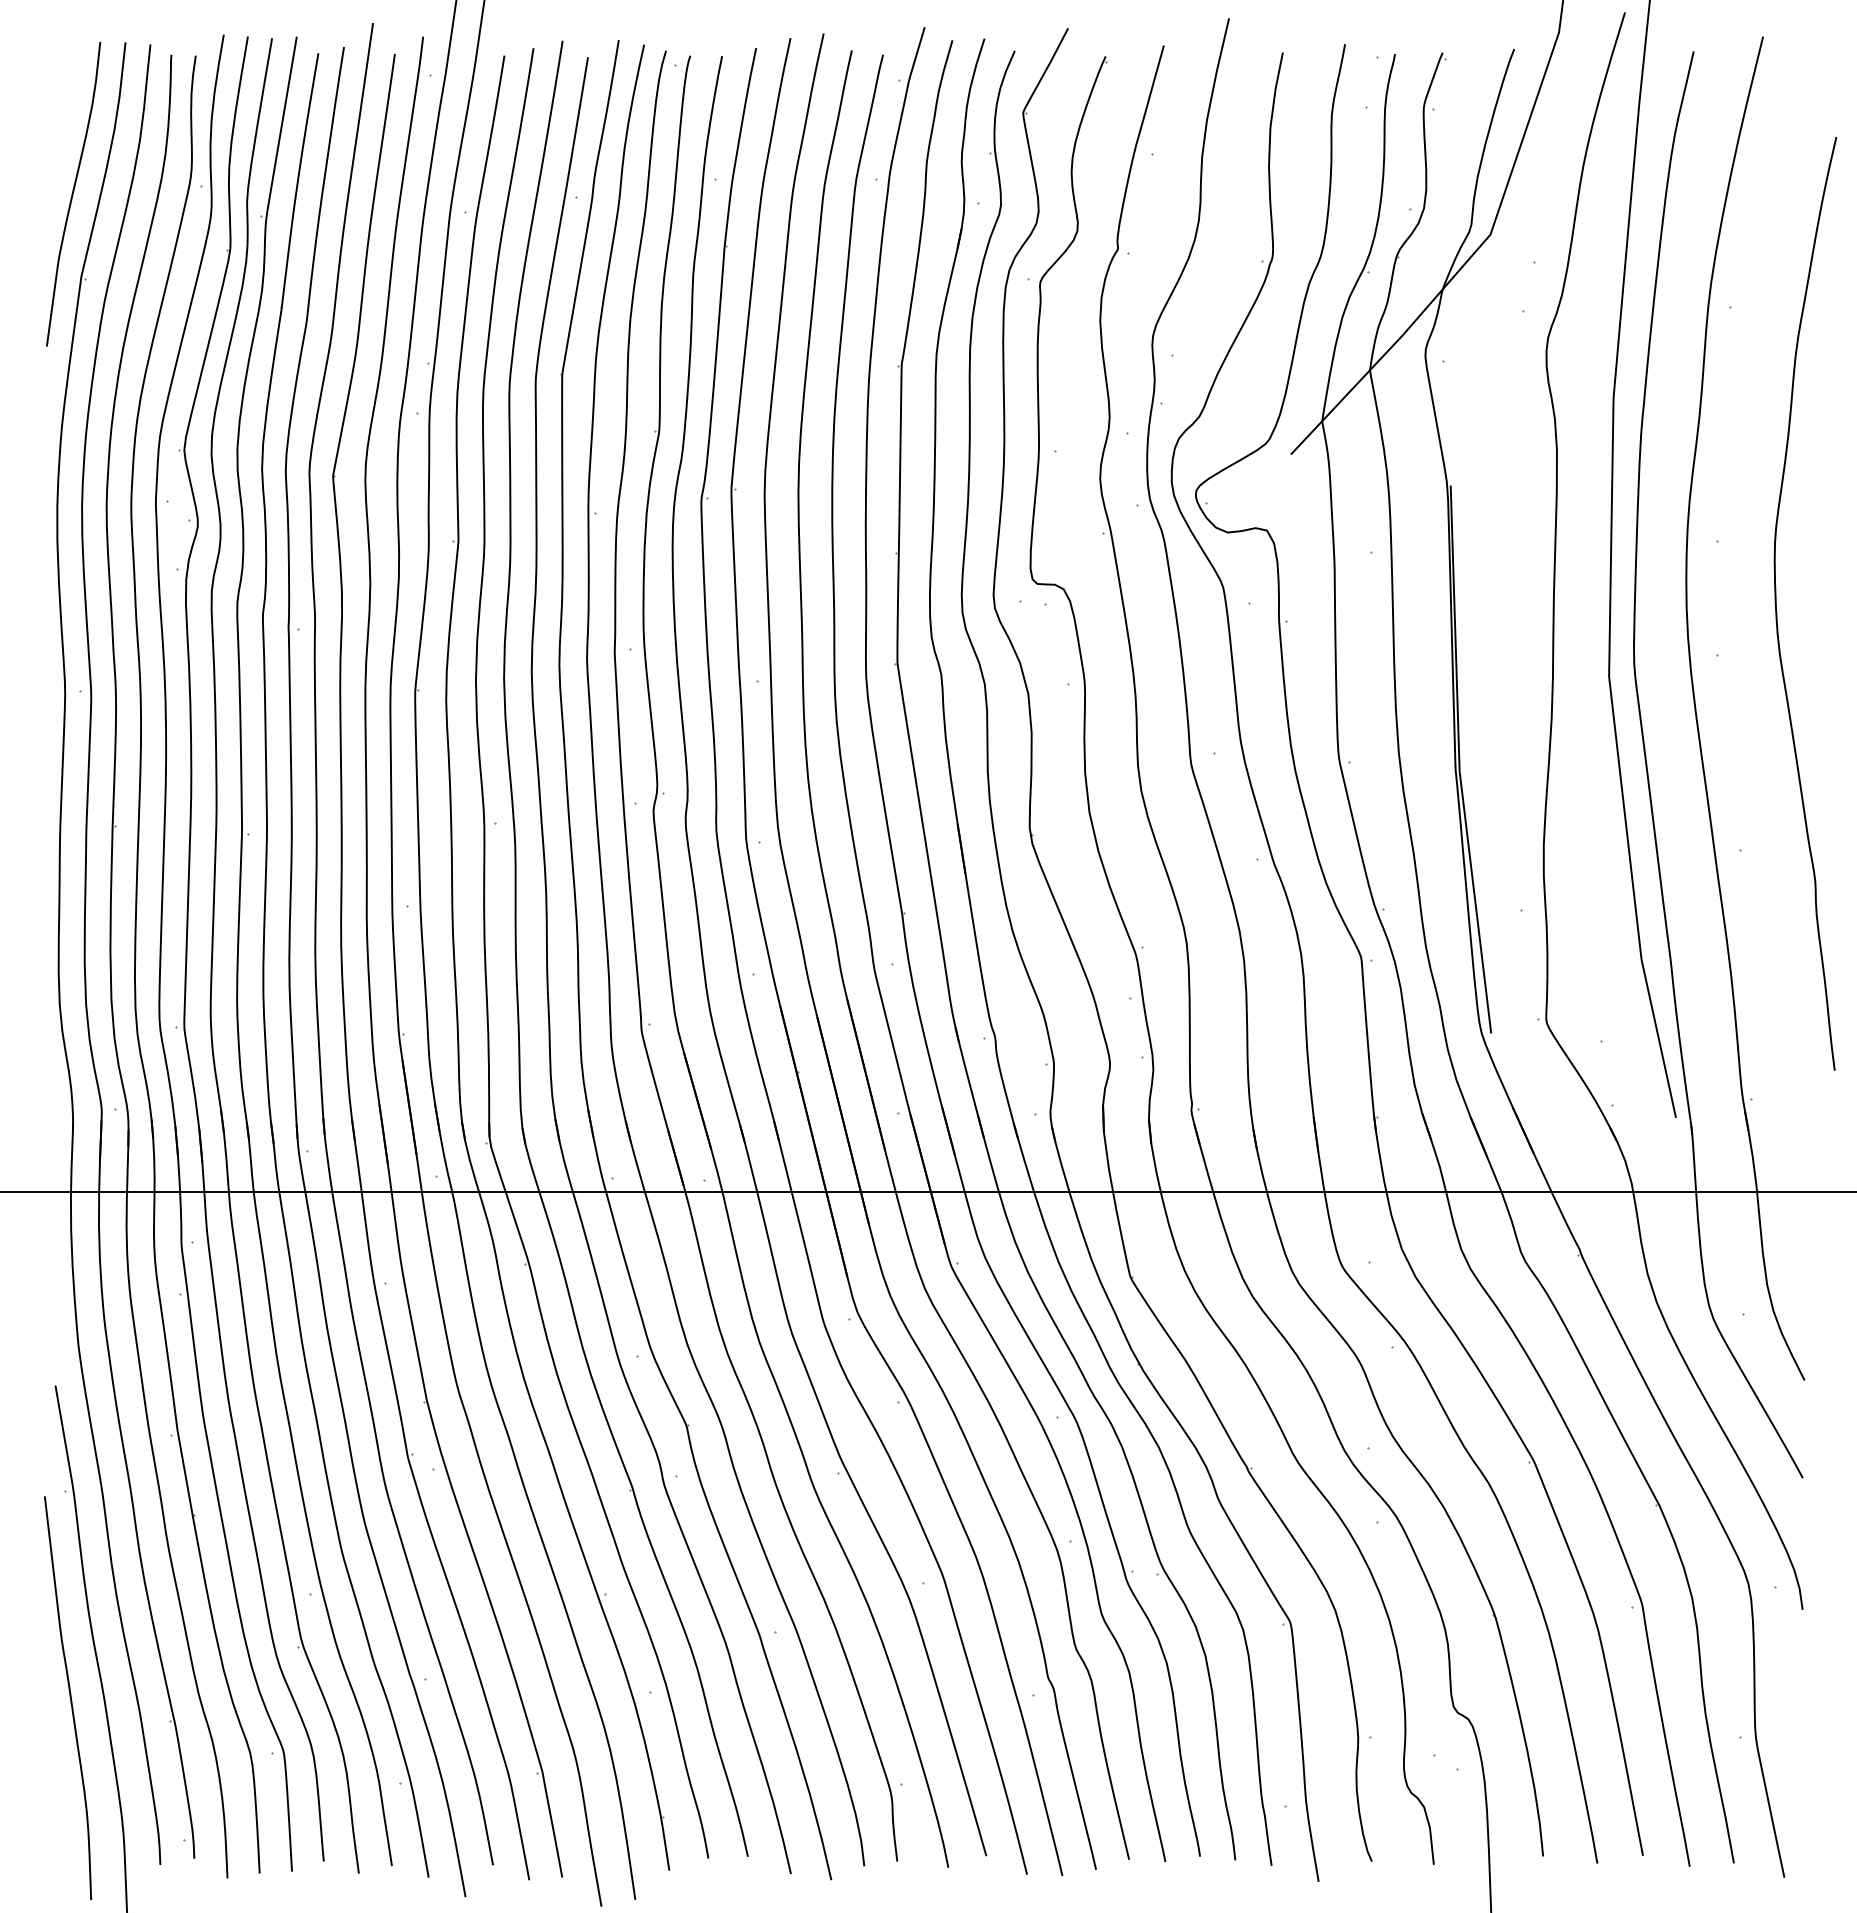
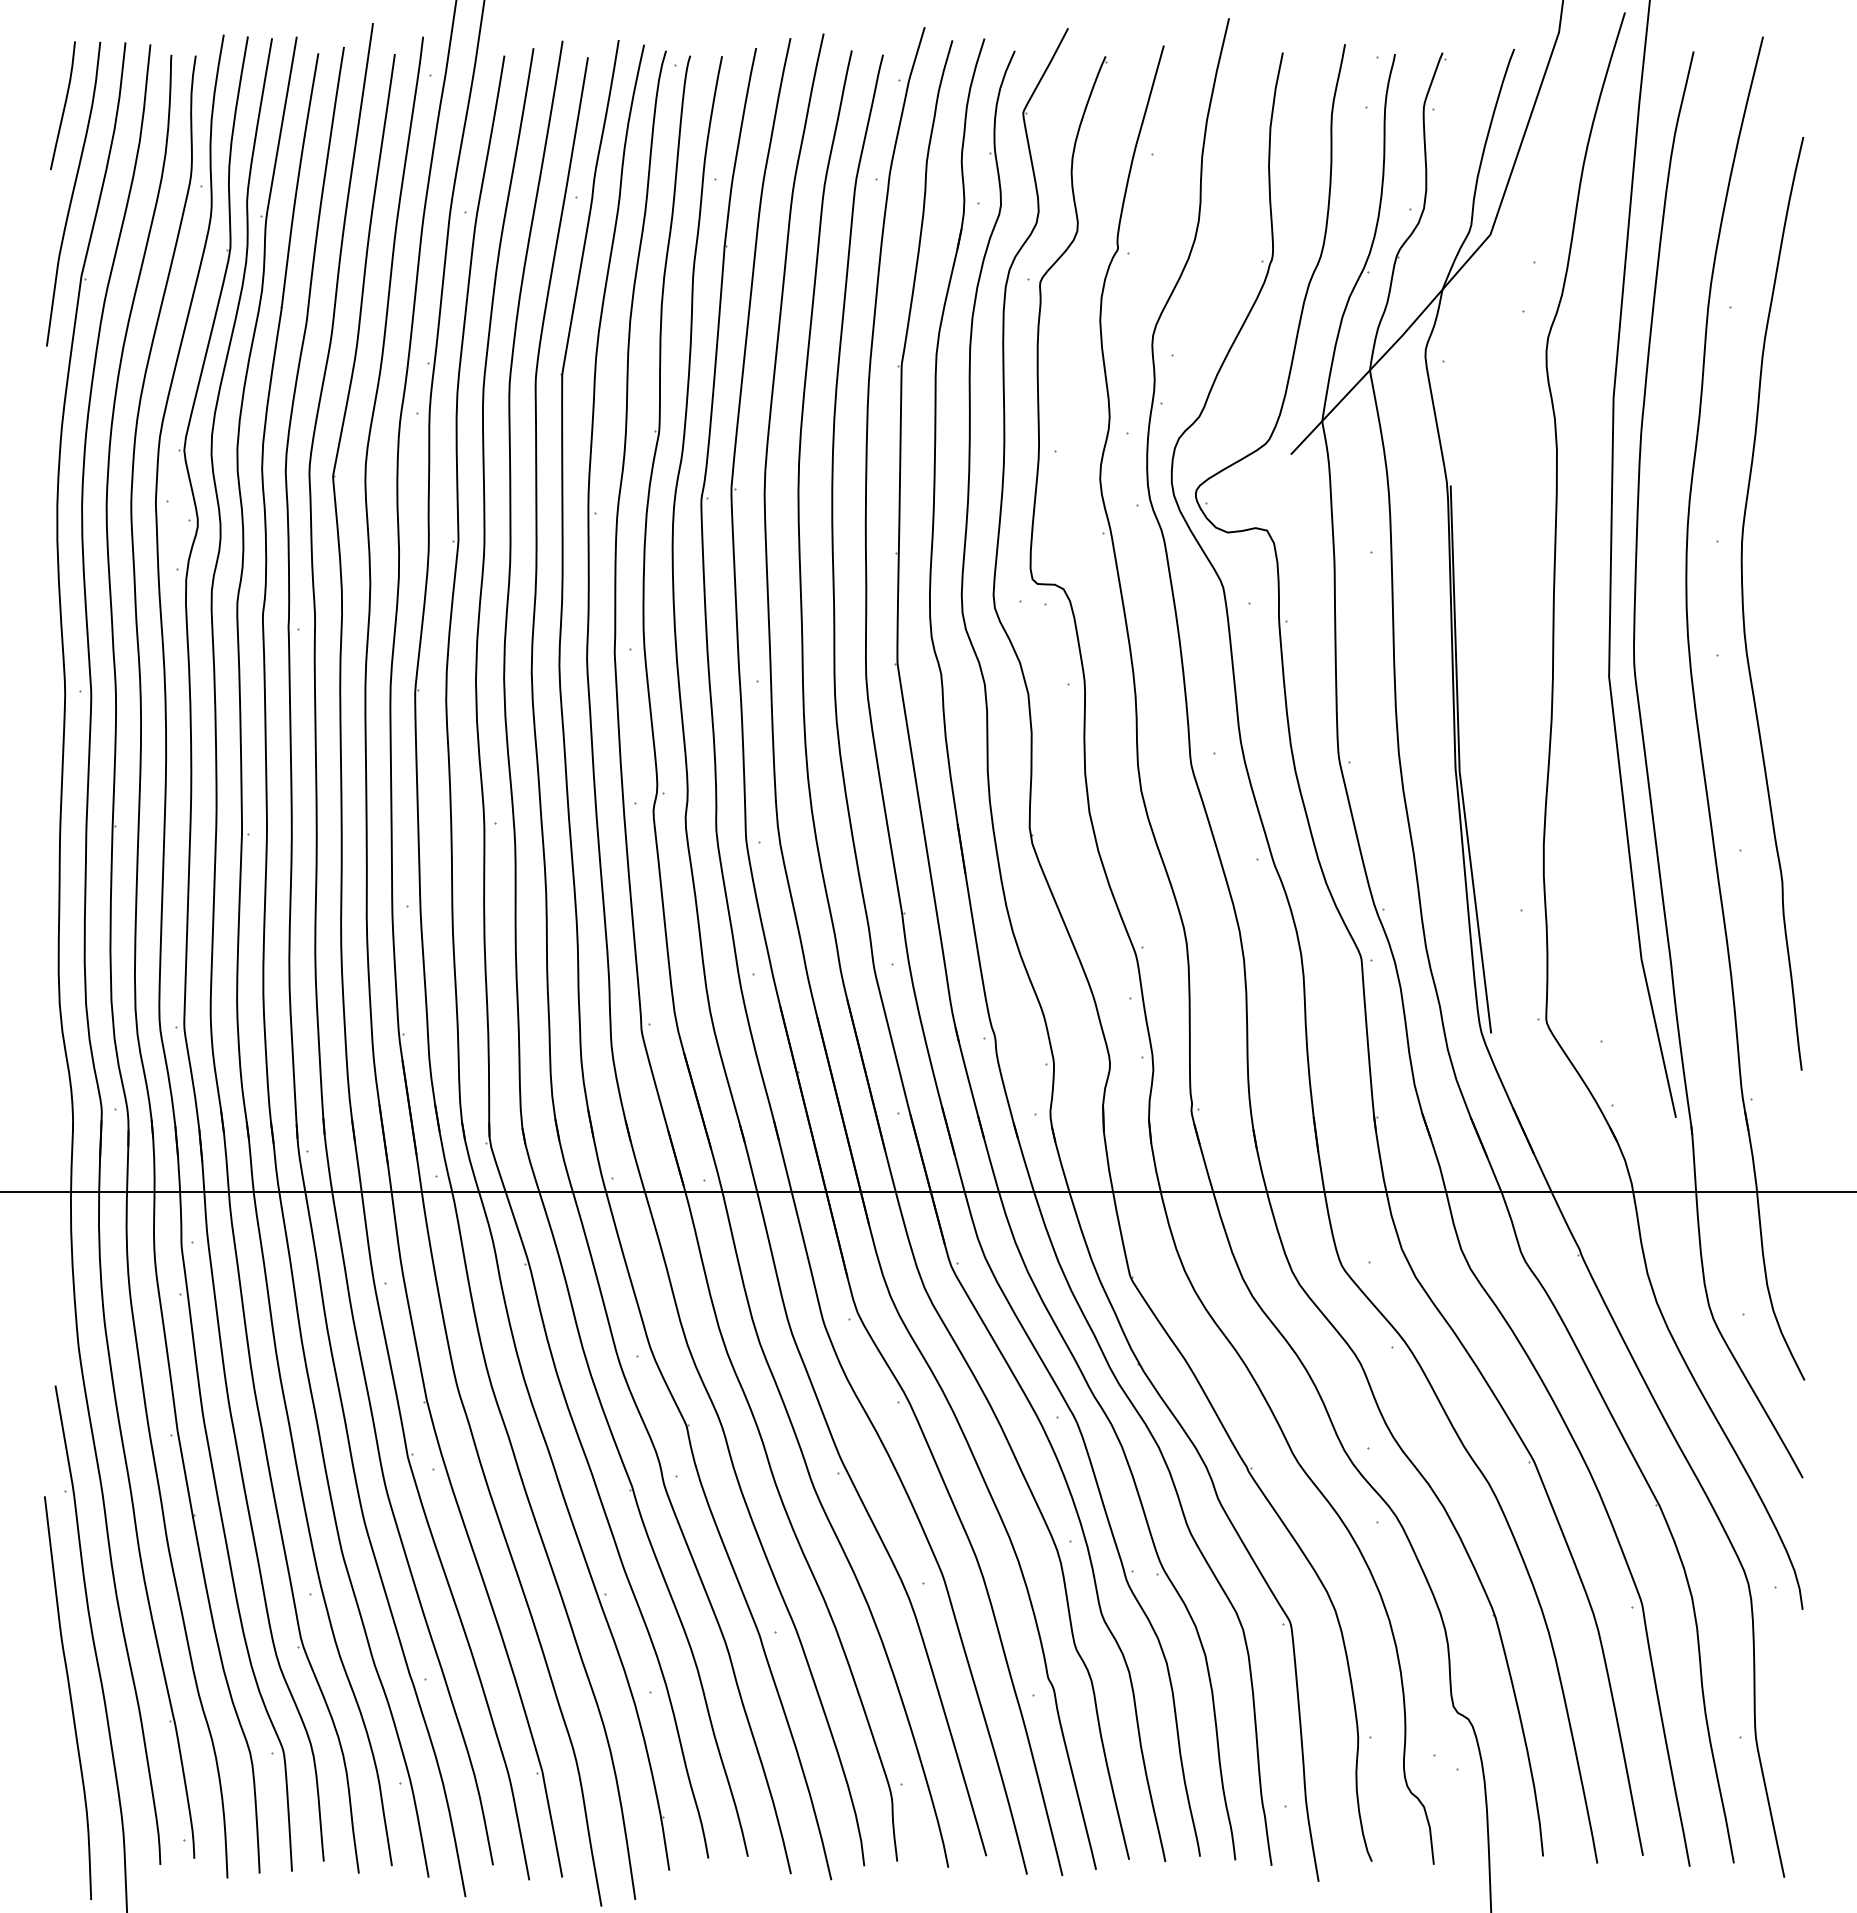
curve at (63, 106): none -> present
curve at (1776, 603) position: (1776, 603) -> (1743, 603)
